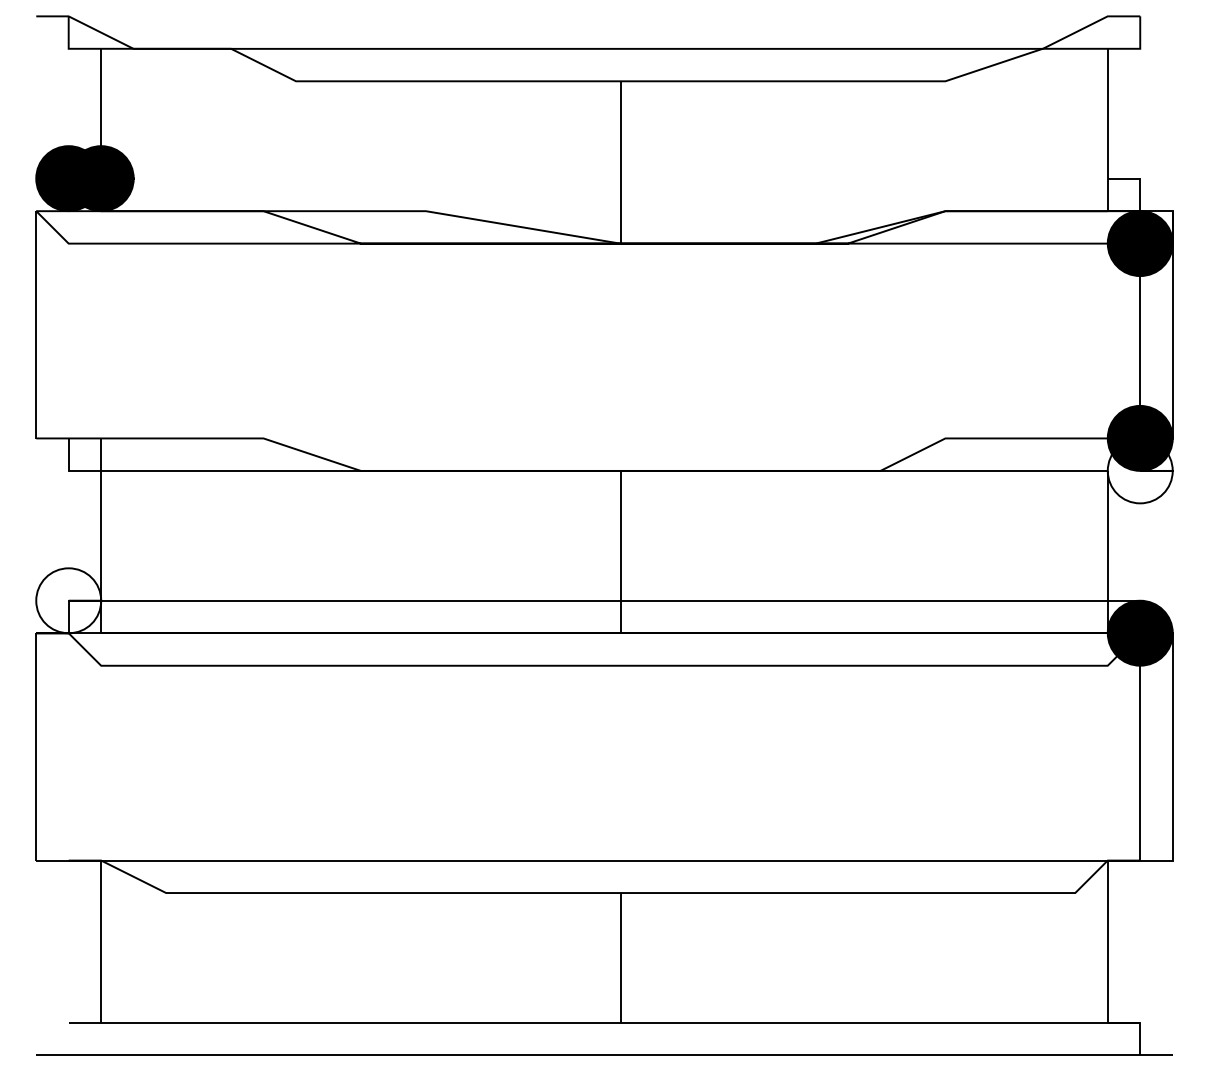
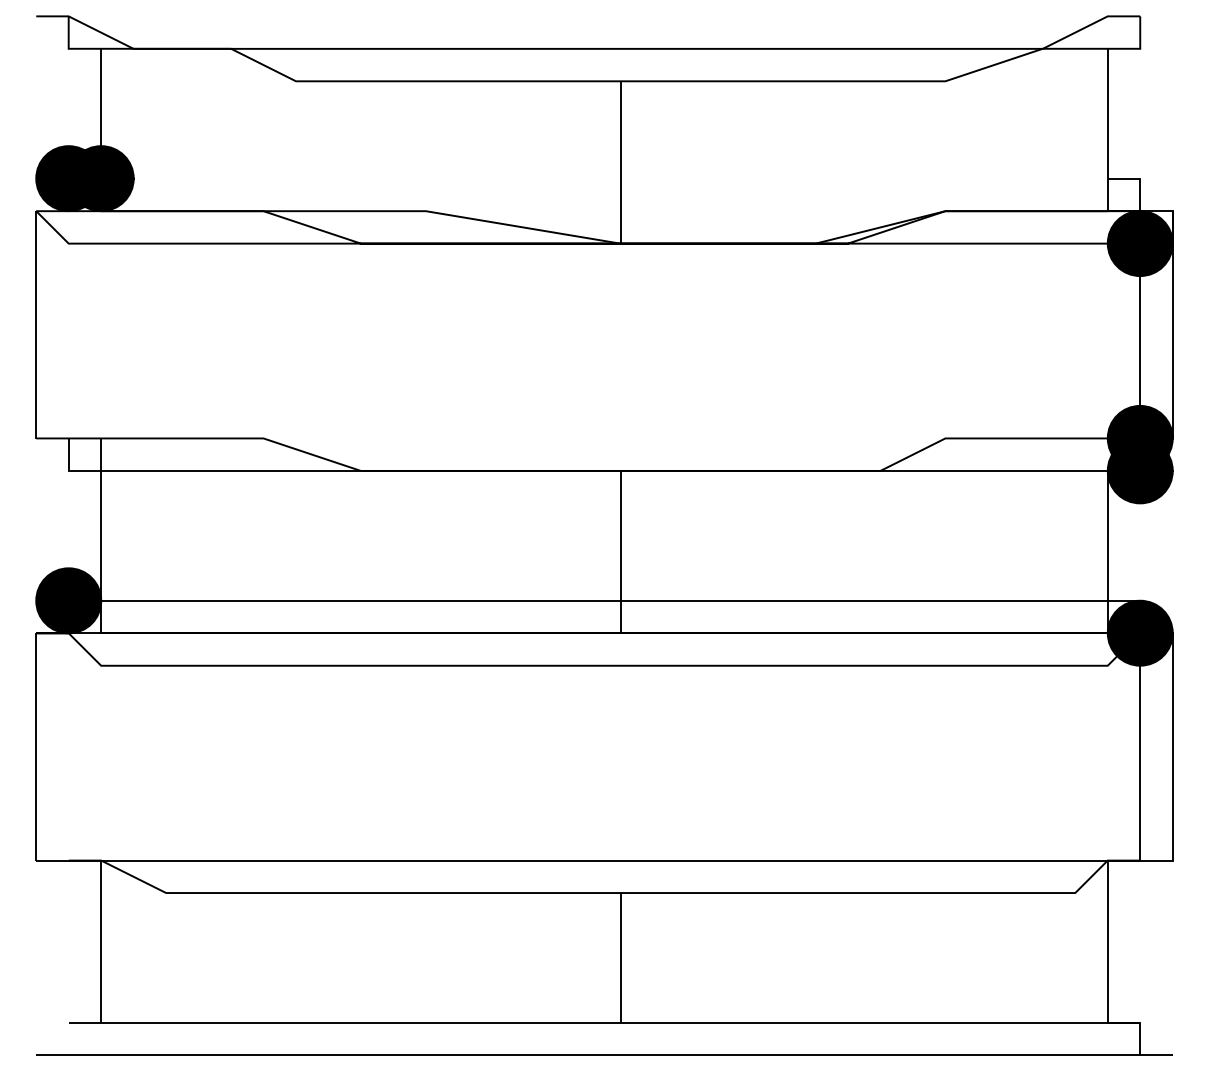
fill at (1139, 470): none -> present
fill at (68, 600): none -> present
